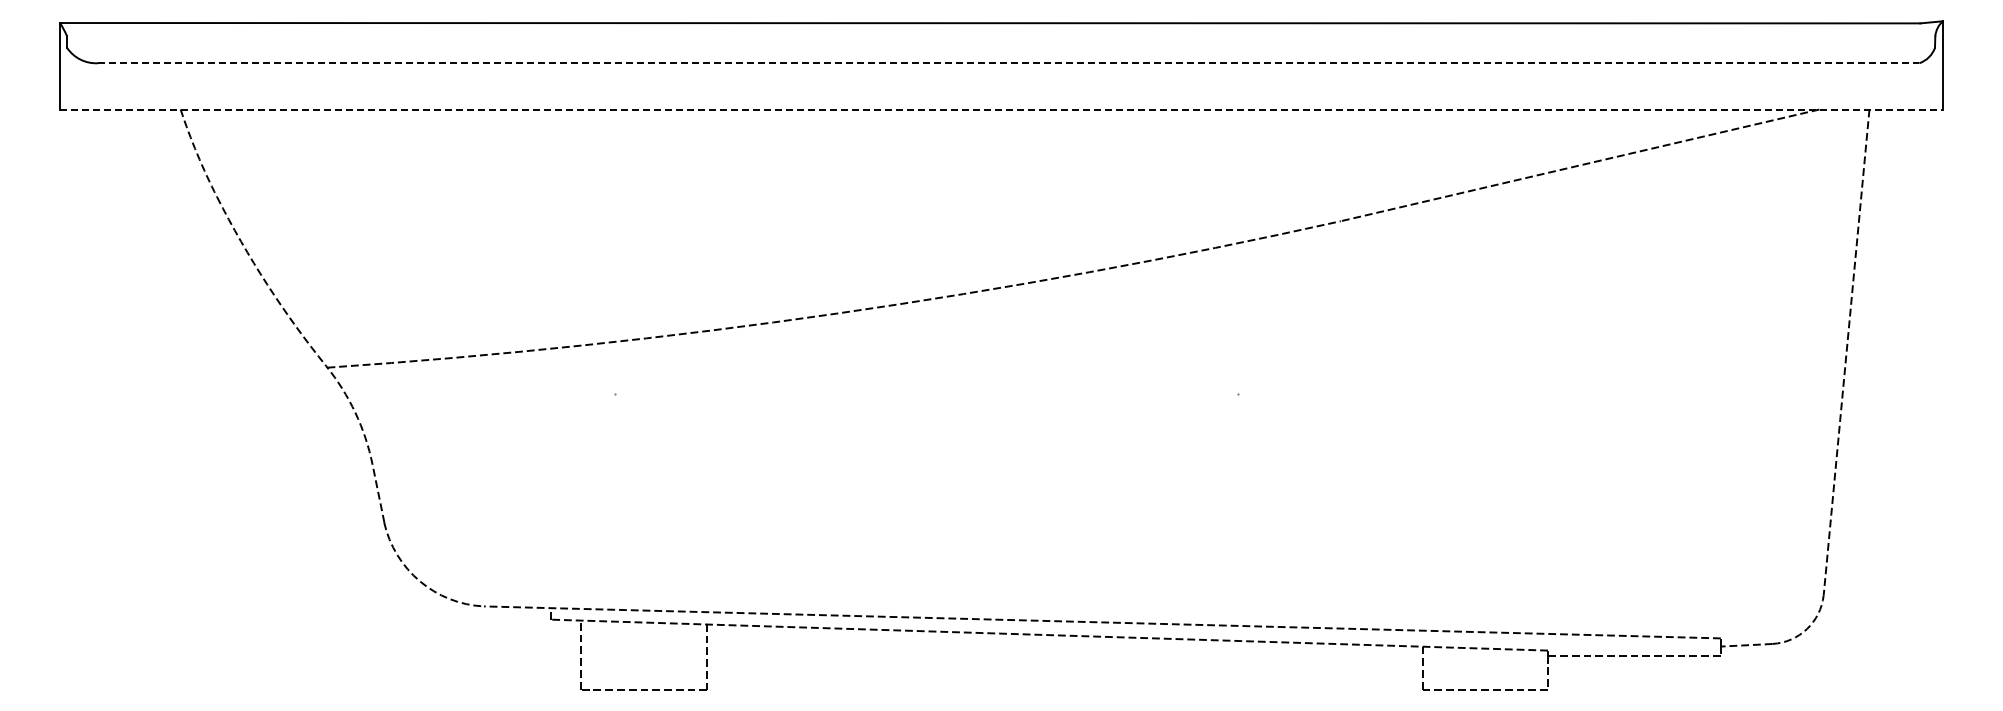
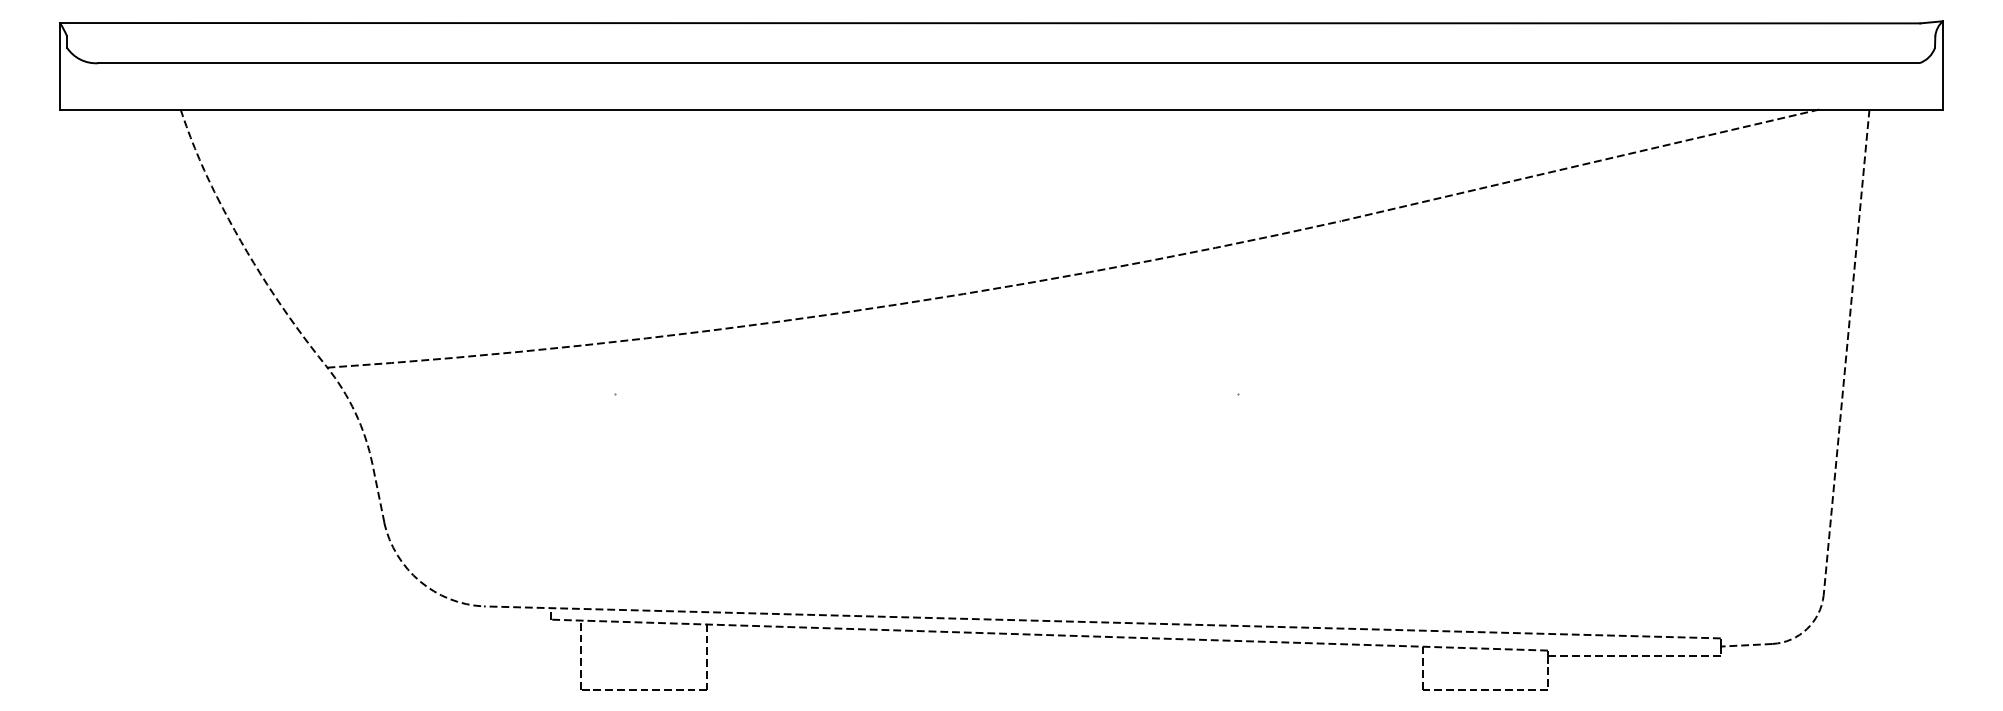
line at (1008, 63): dashed -> solid
line at (1001, 109): dashed -> solid
